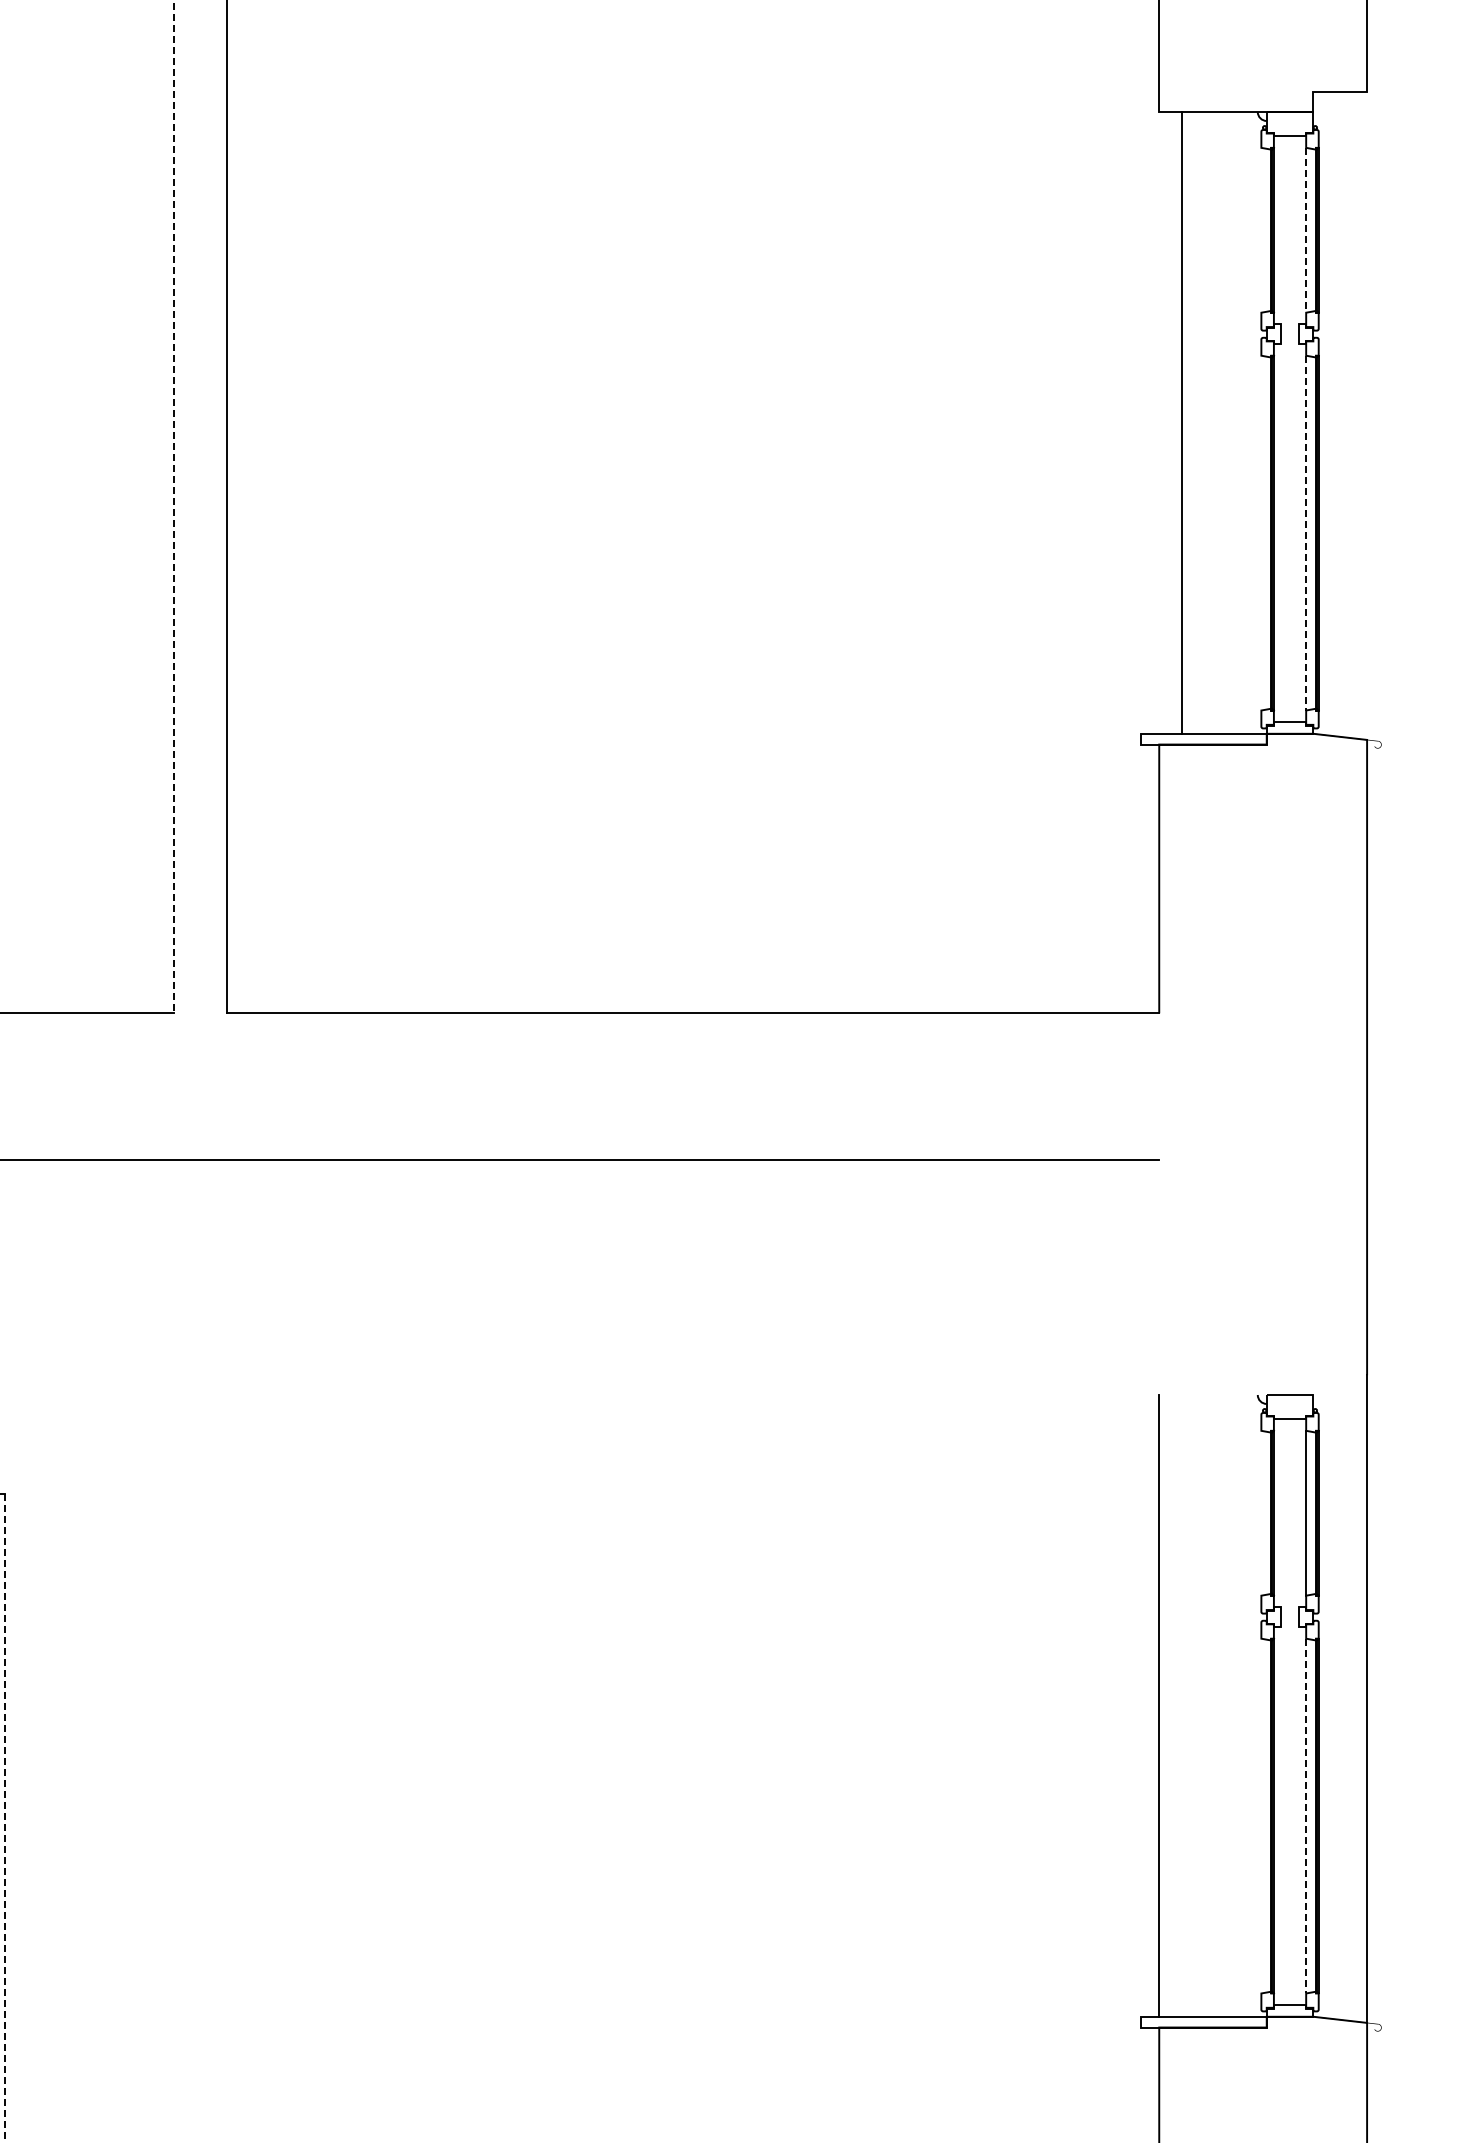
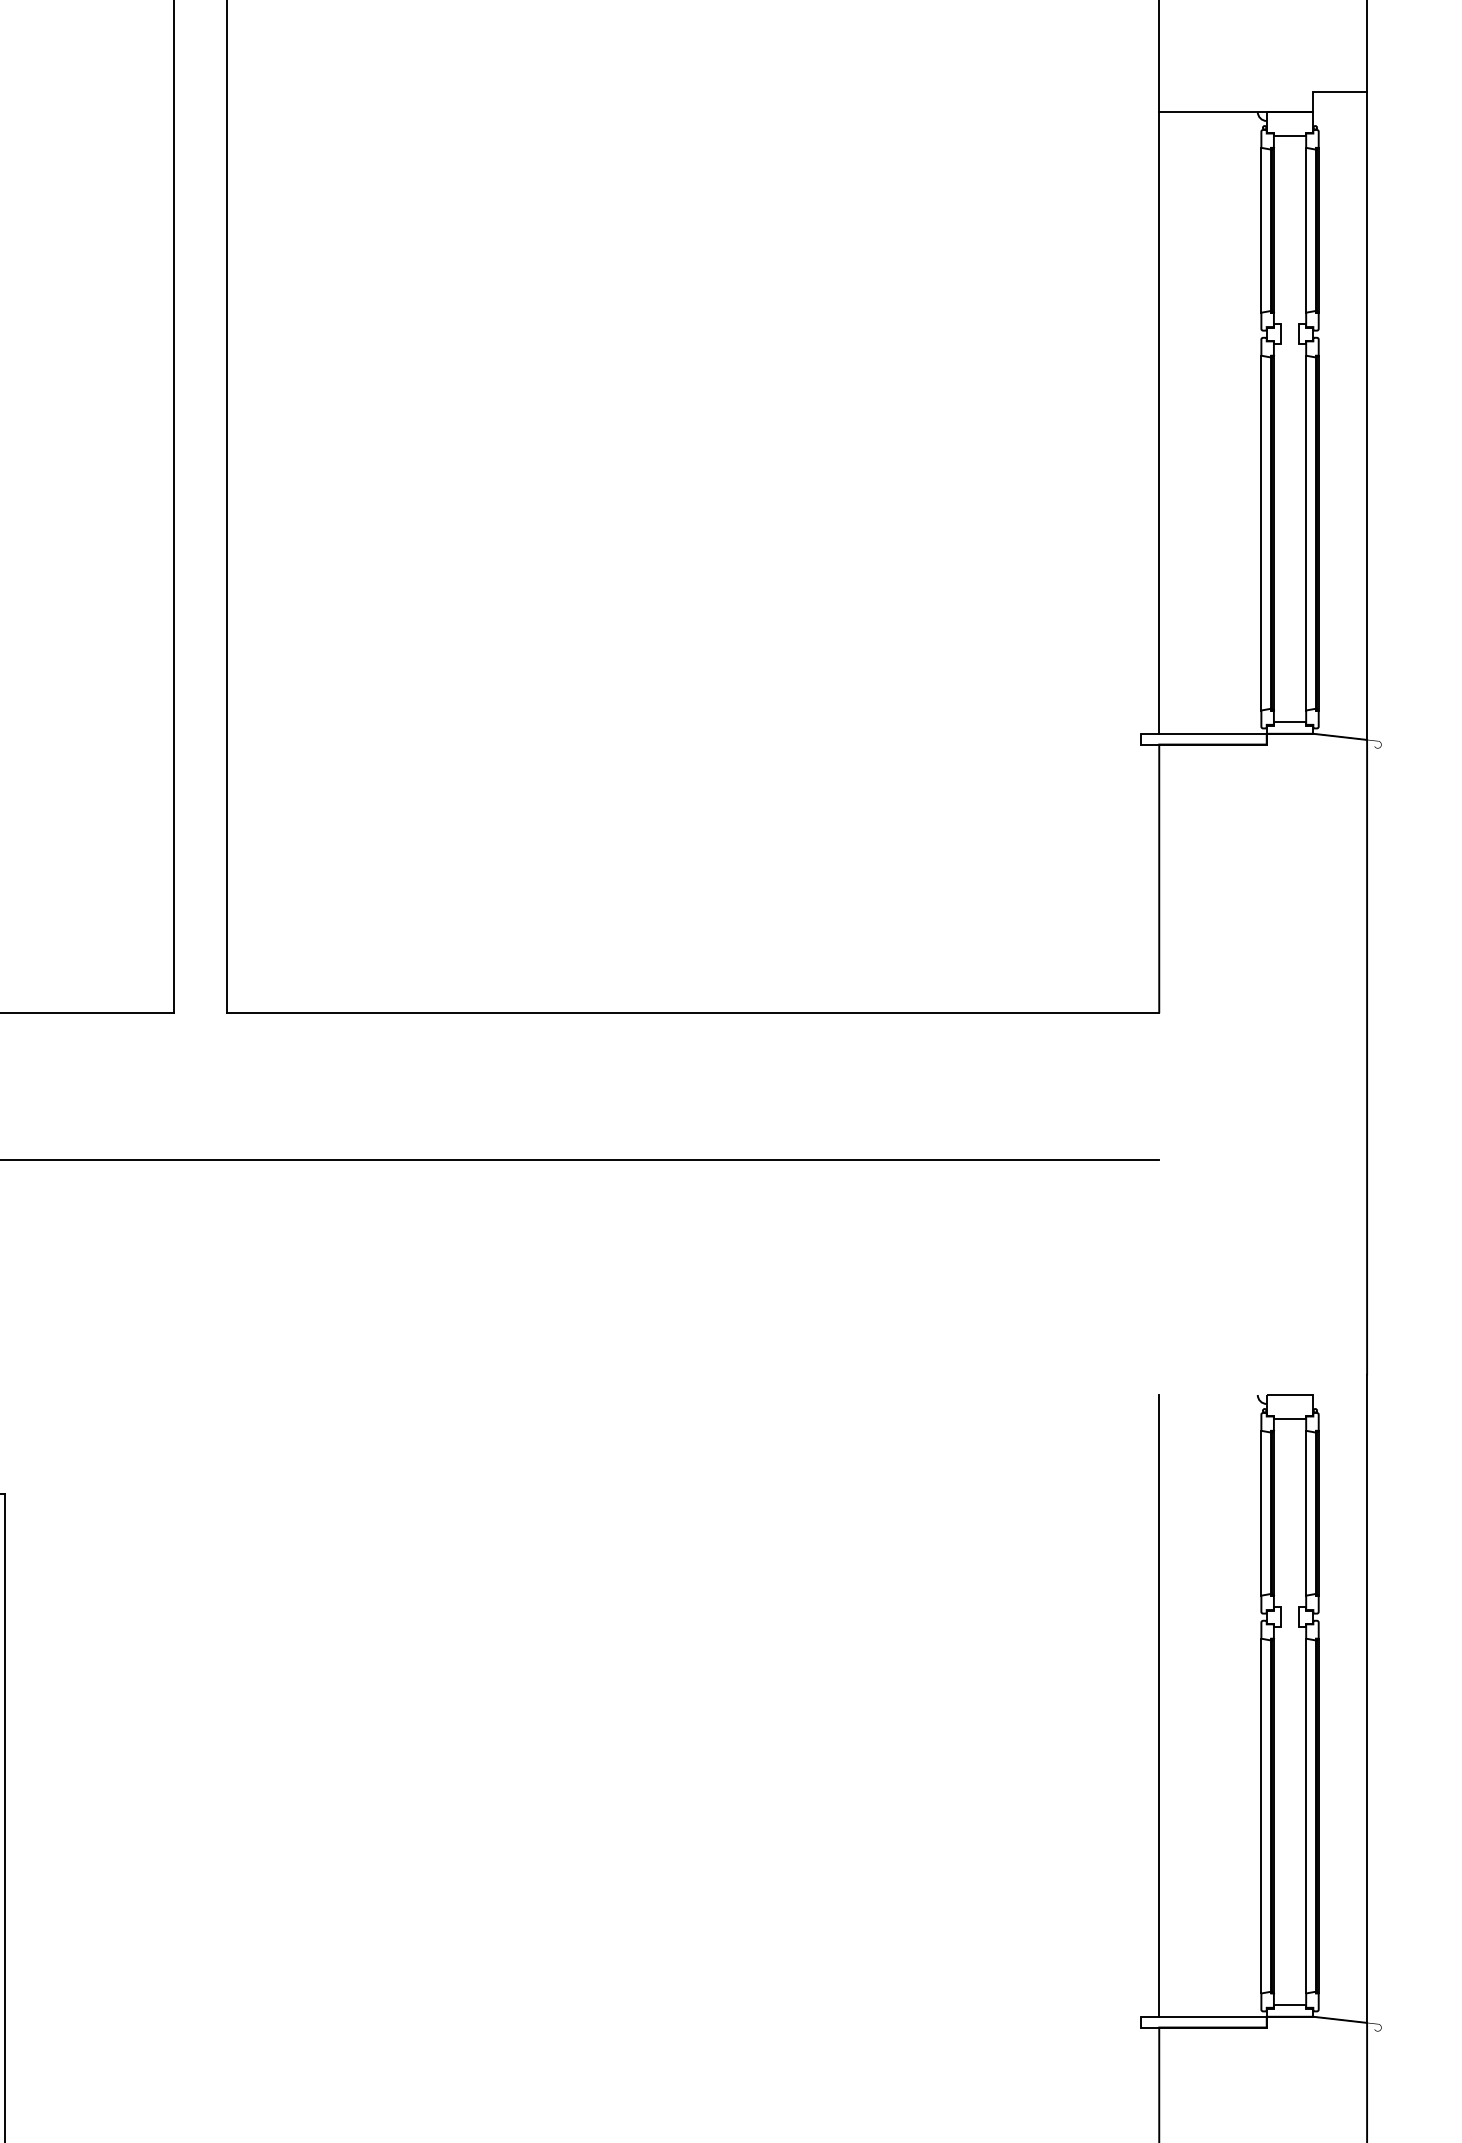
line at (1261, 229): none -> present
line at (1306, 230): dashed -> solid
line at (1367, 415): none -> present
line at (1182, 422) position: (1182, 422) -> (1159, 422)
line at (173, 507): dashed -> solid
line at (1261, 532): none -> present
line at (1306, 533): dashed -> solid
line at (1261, 1512): none -> present
line at (1261, 1815): none -> present
line at (1306, 1816): dashed -> solid
line at (5, 1818): dashed -> solid
